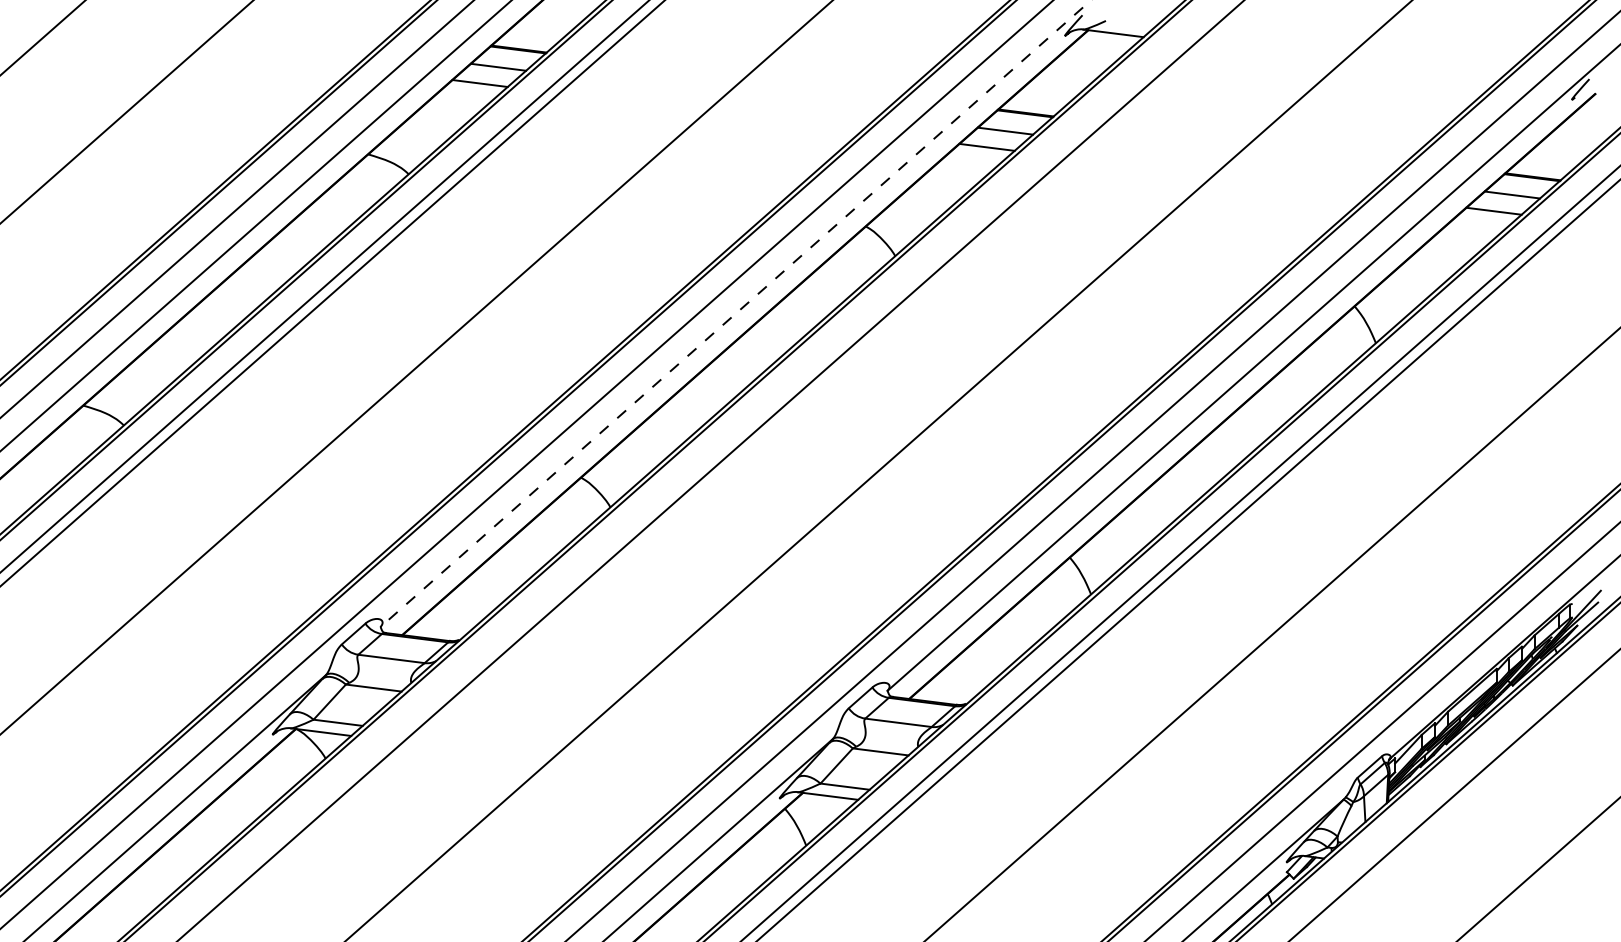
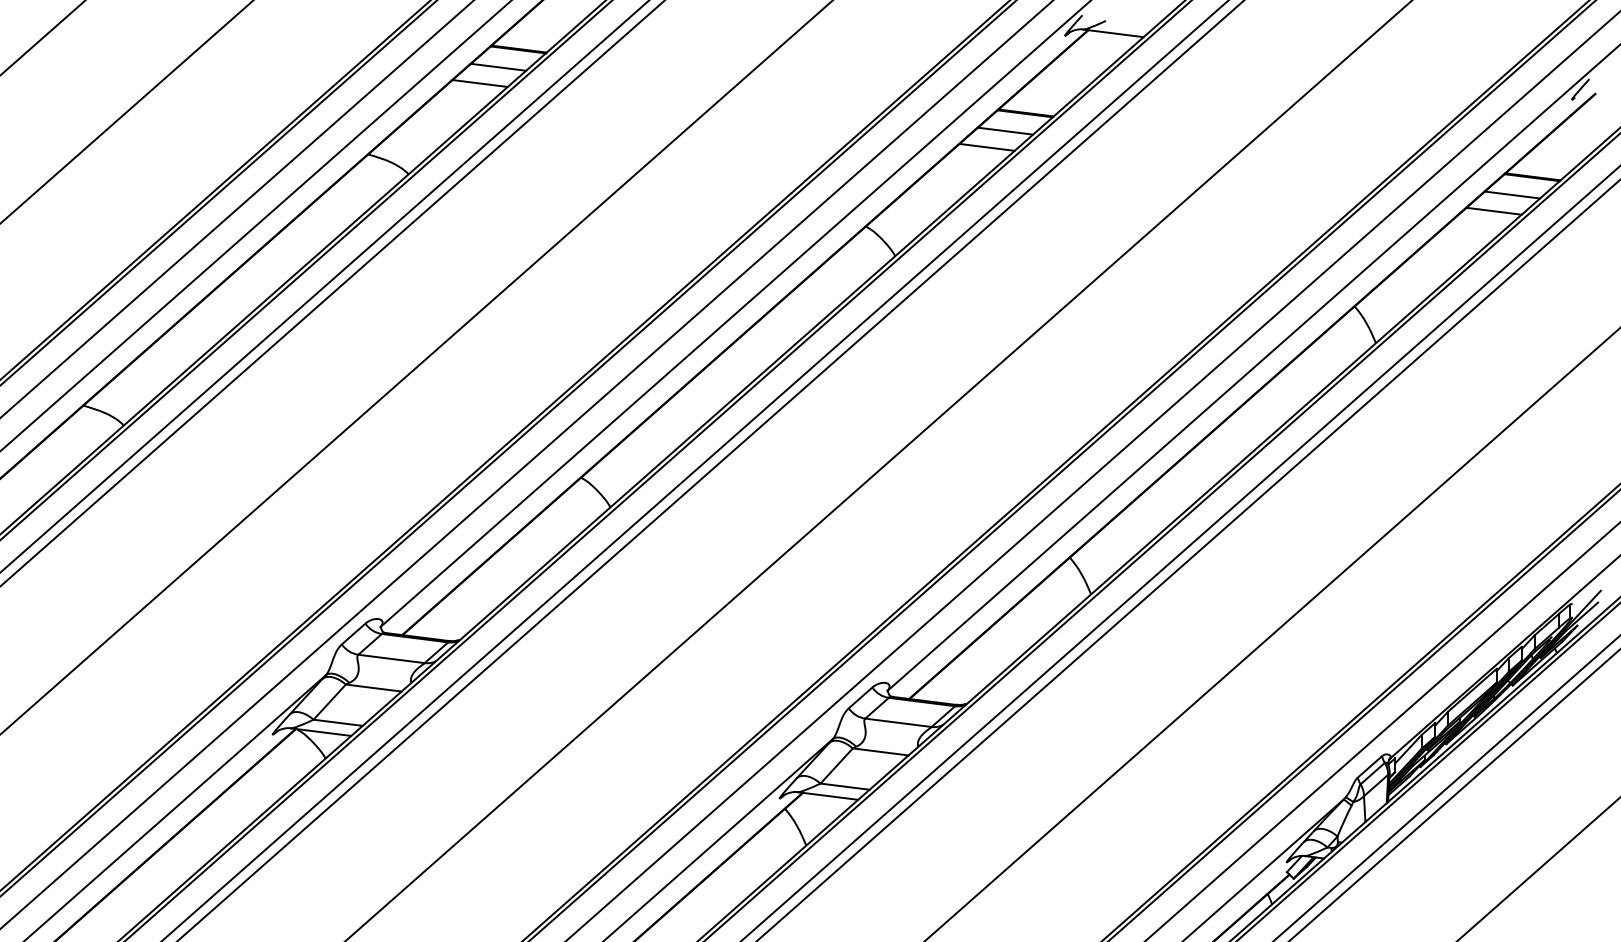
line at (735, 313): dashed -> solid
line at (695, 470): none -> present
line at (1446, 787): none -> present
